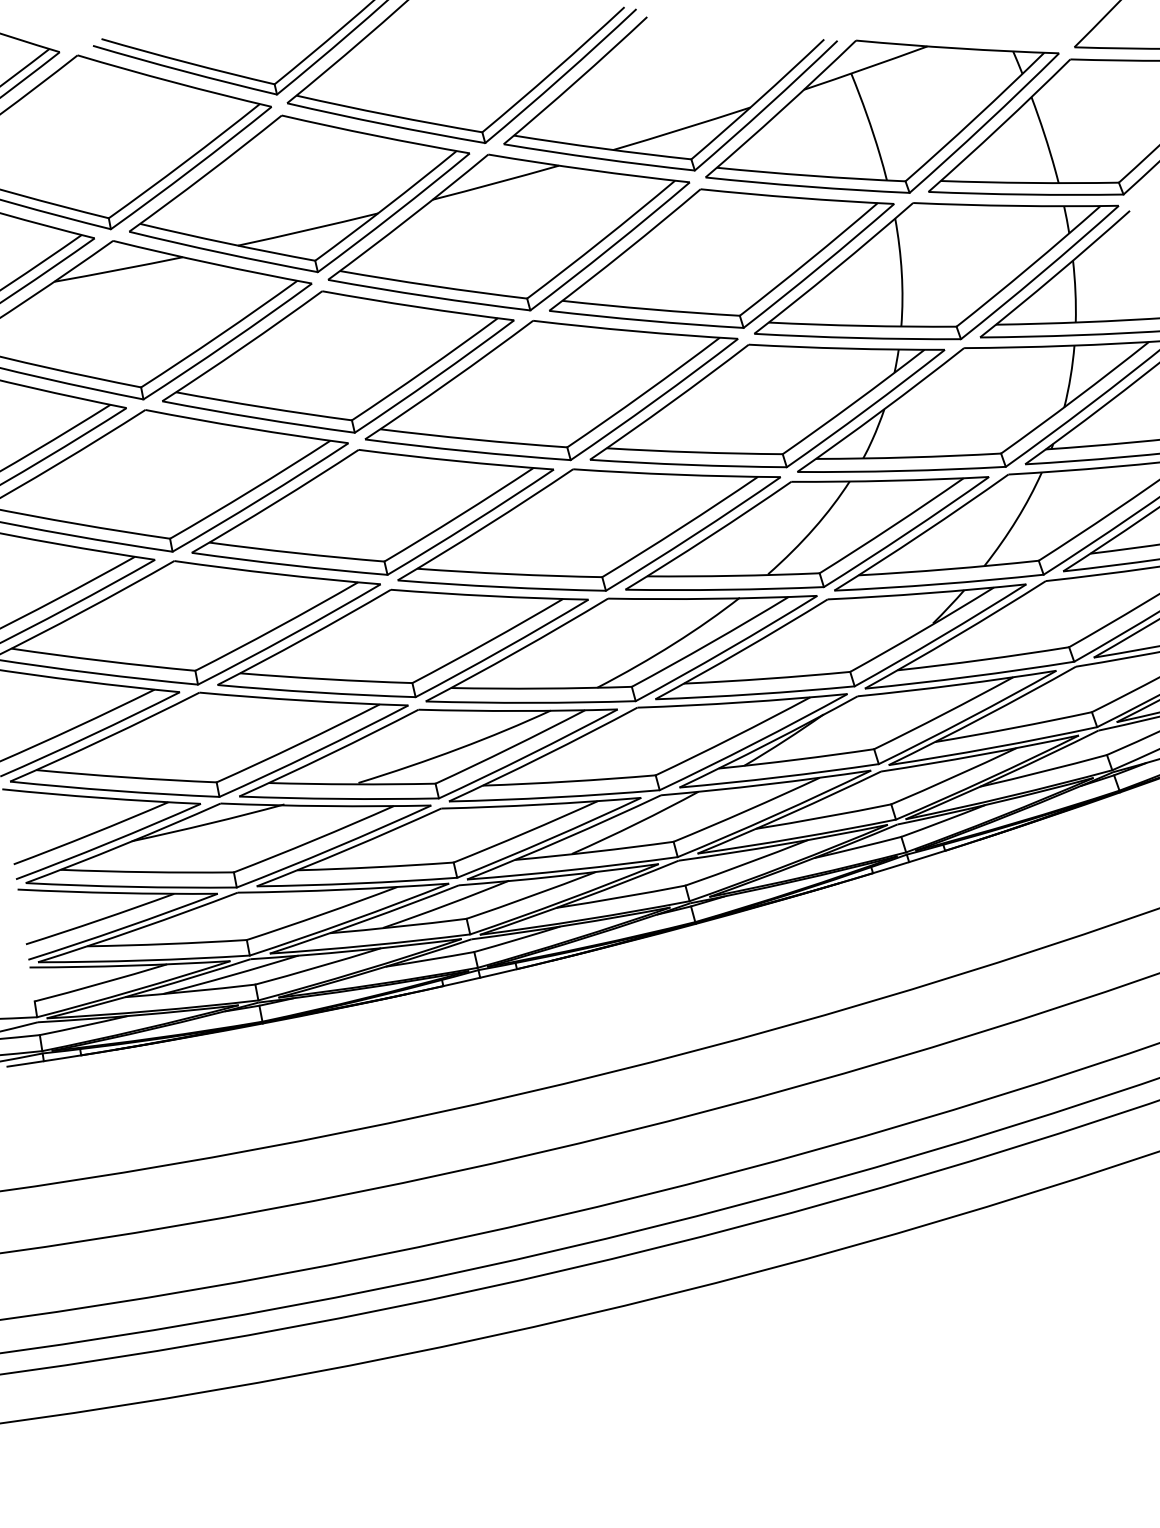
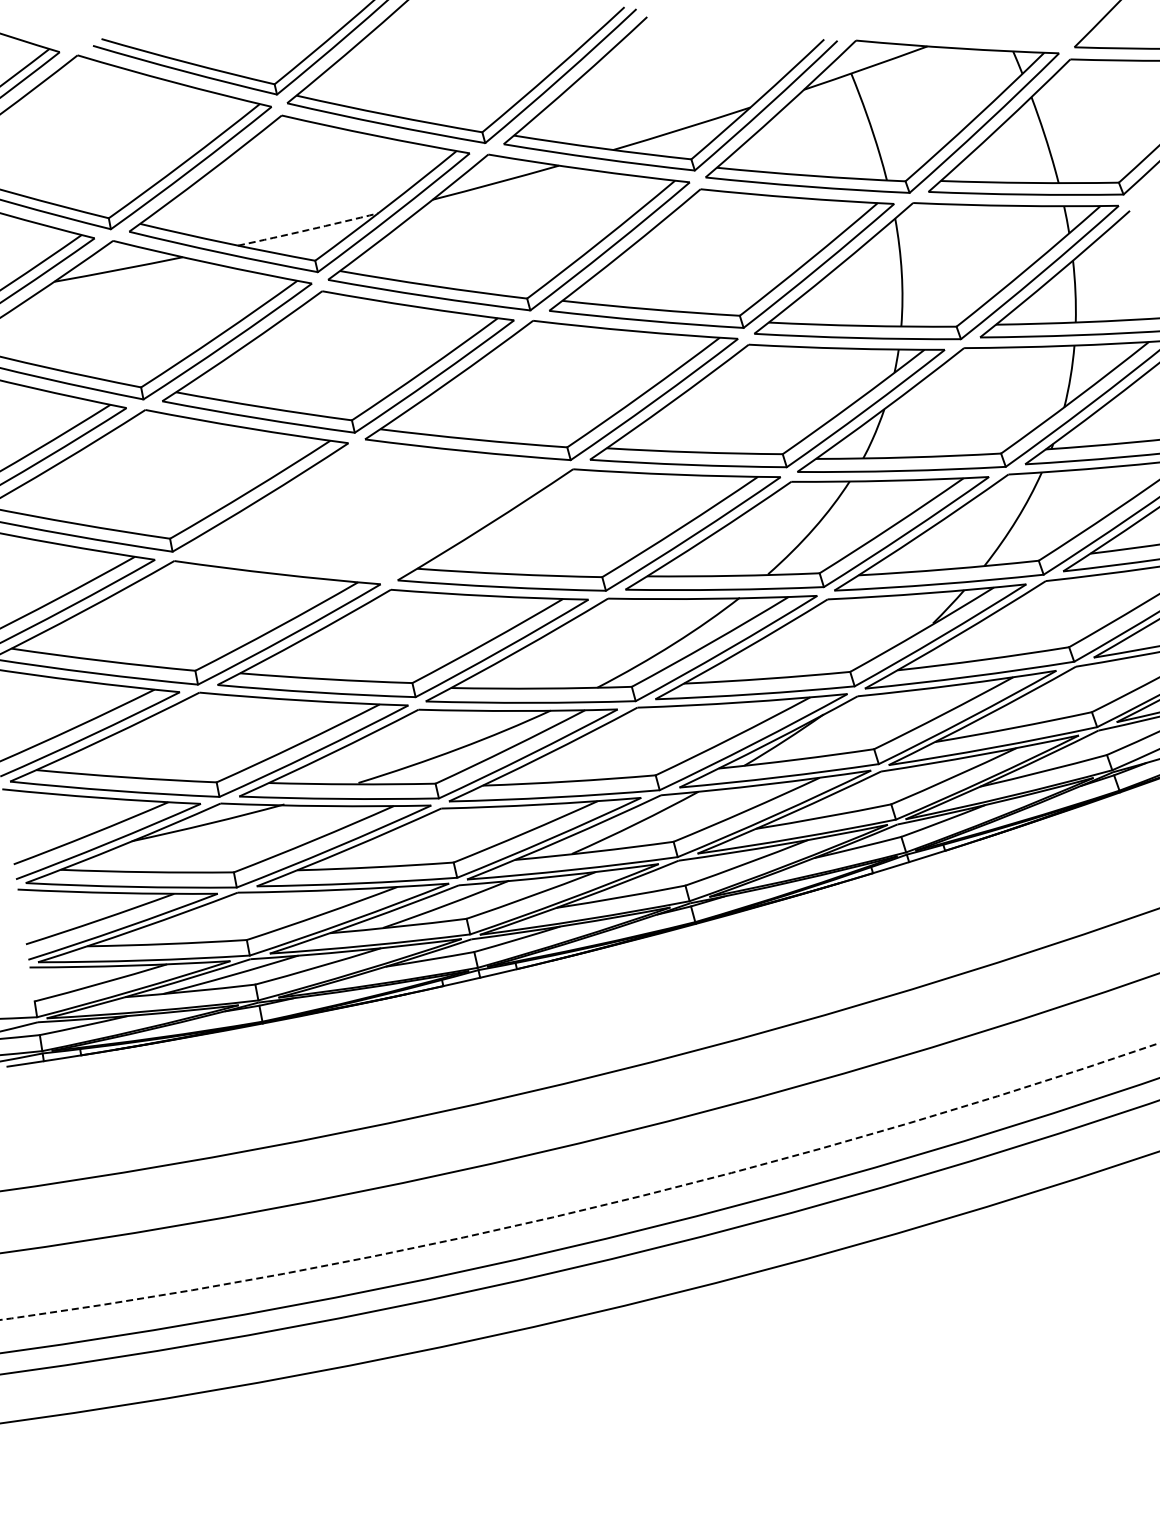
arc at (308, 230): solid -> dashed
part at (372, 512): present -> none
arc at (587, 1209): solid -> dashed
